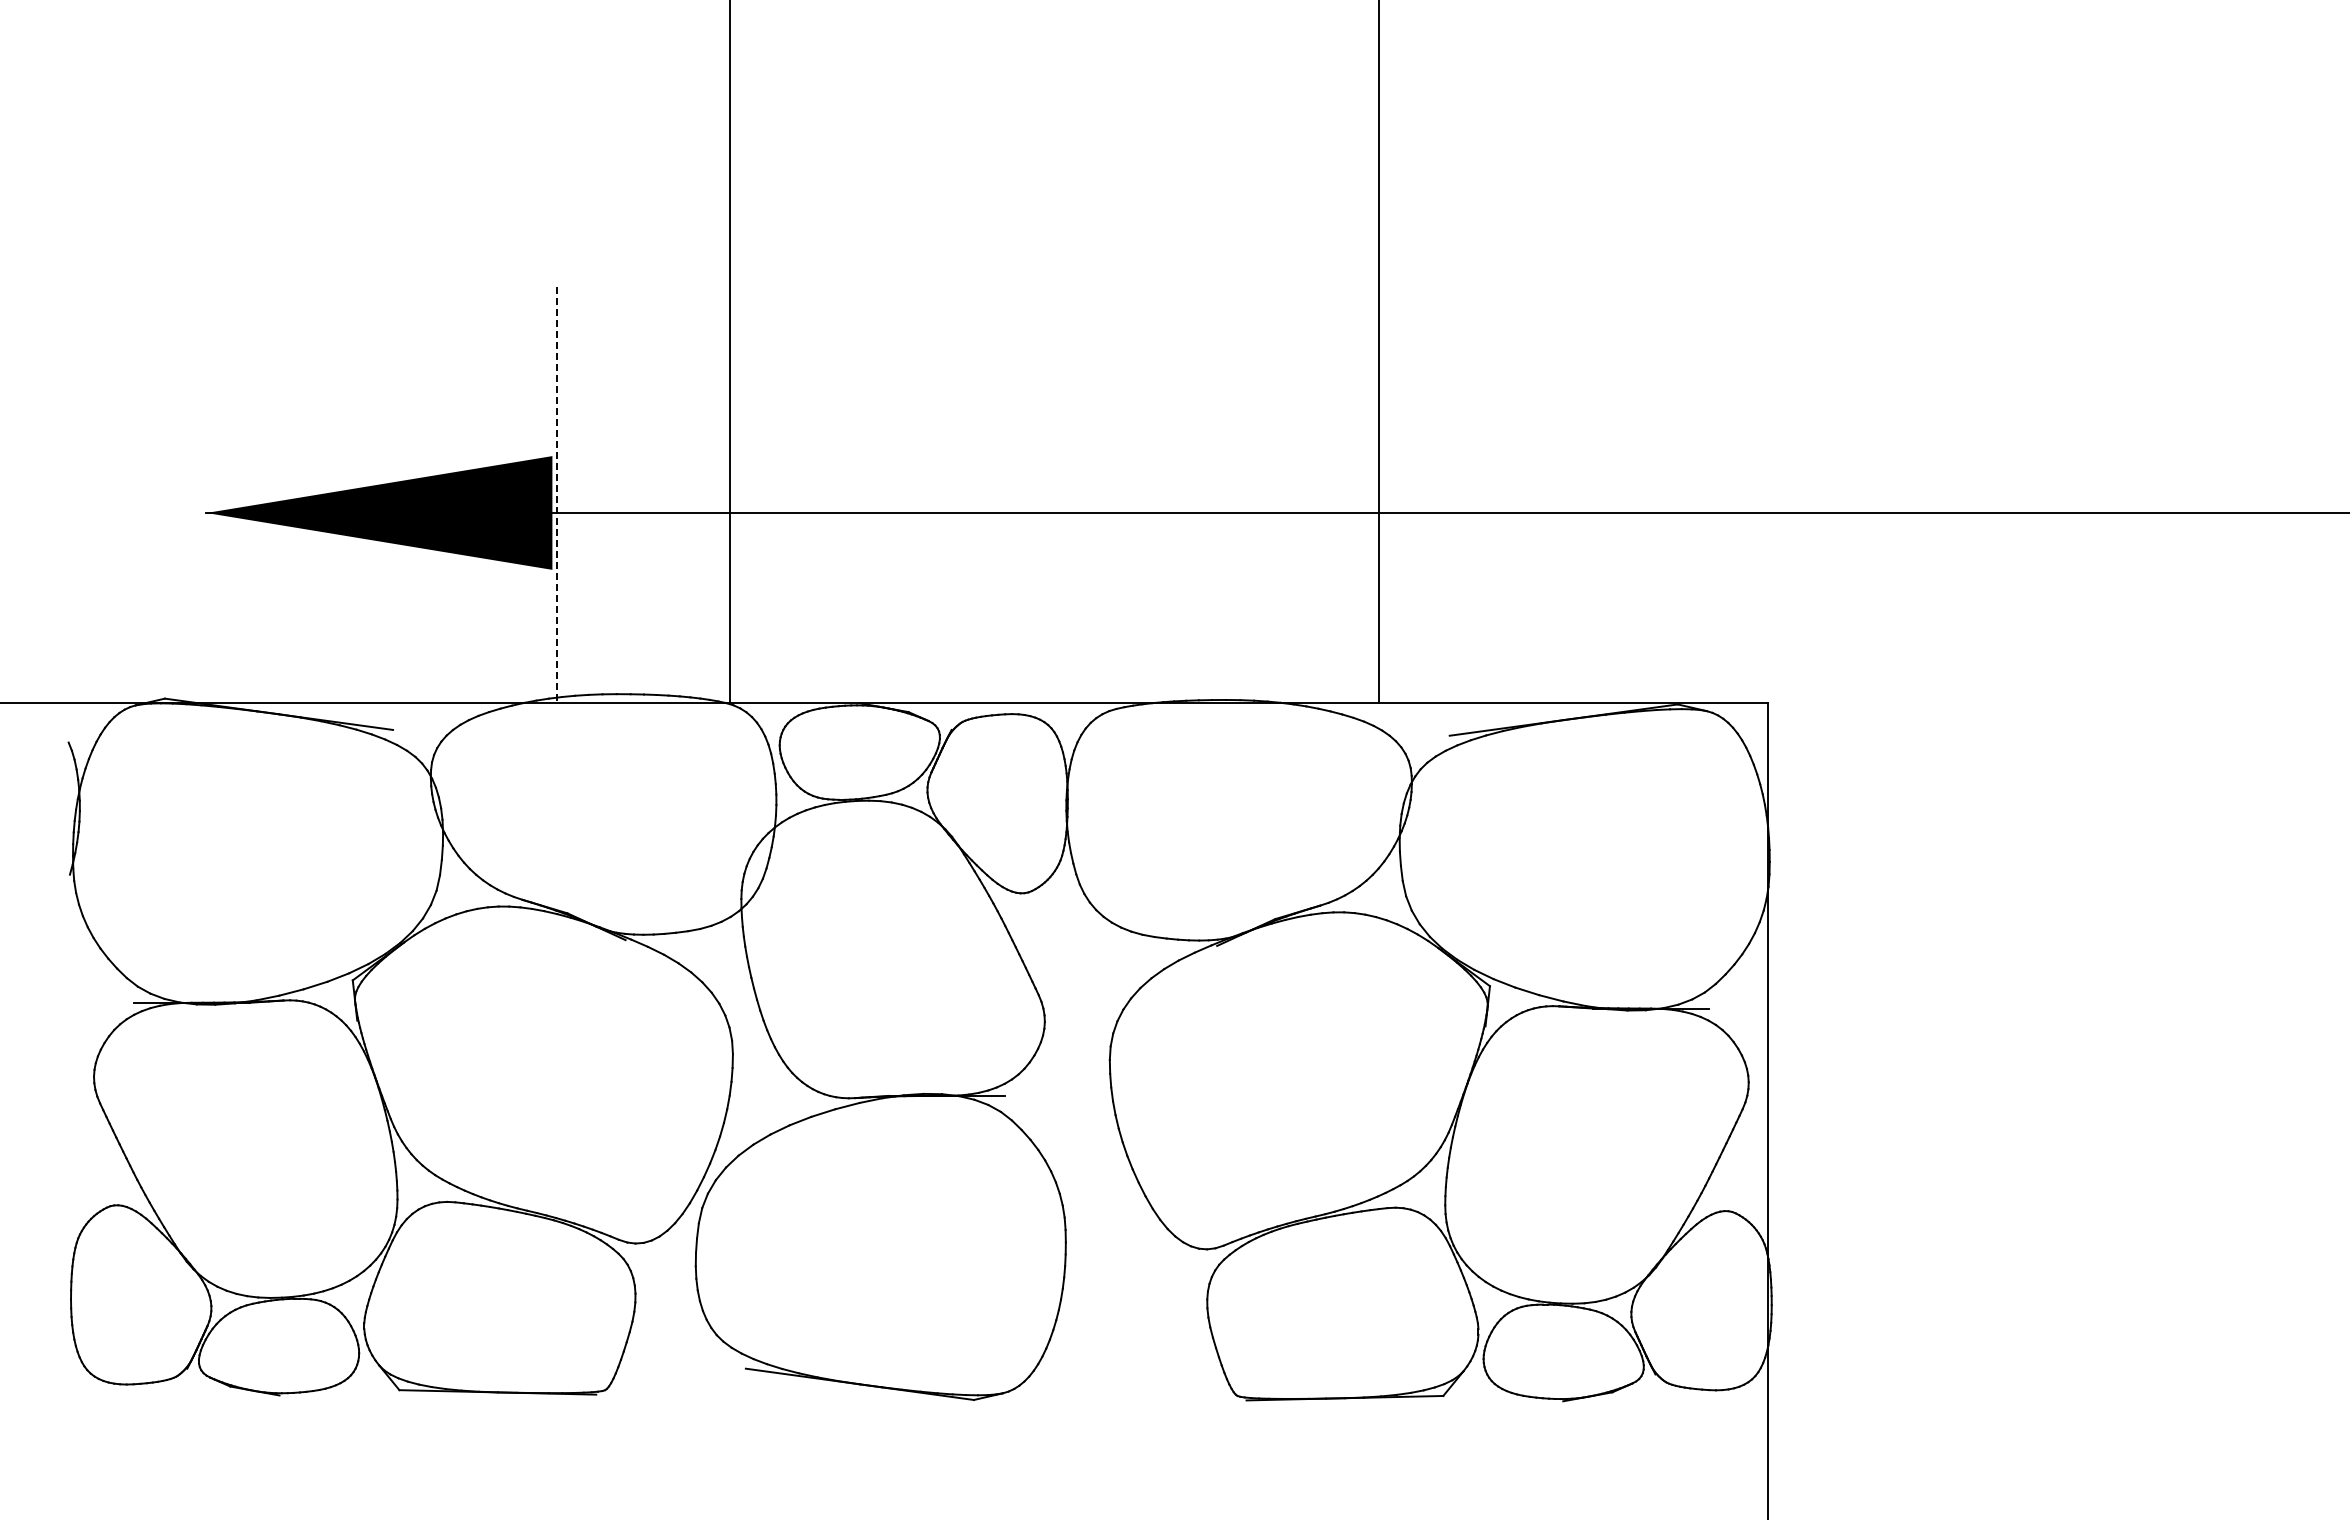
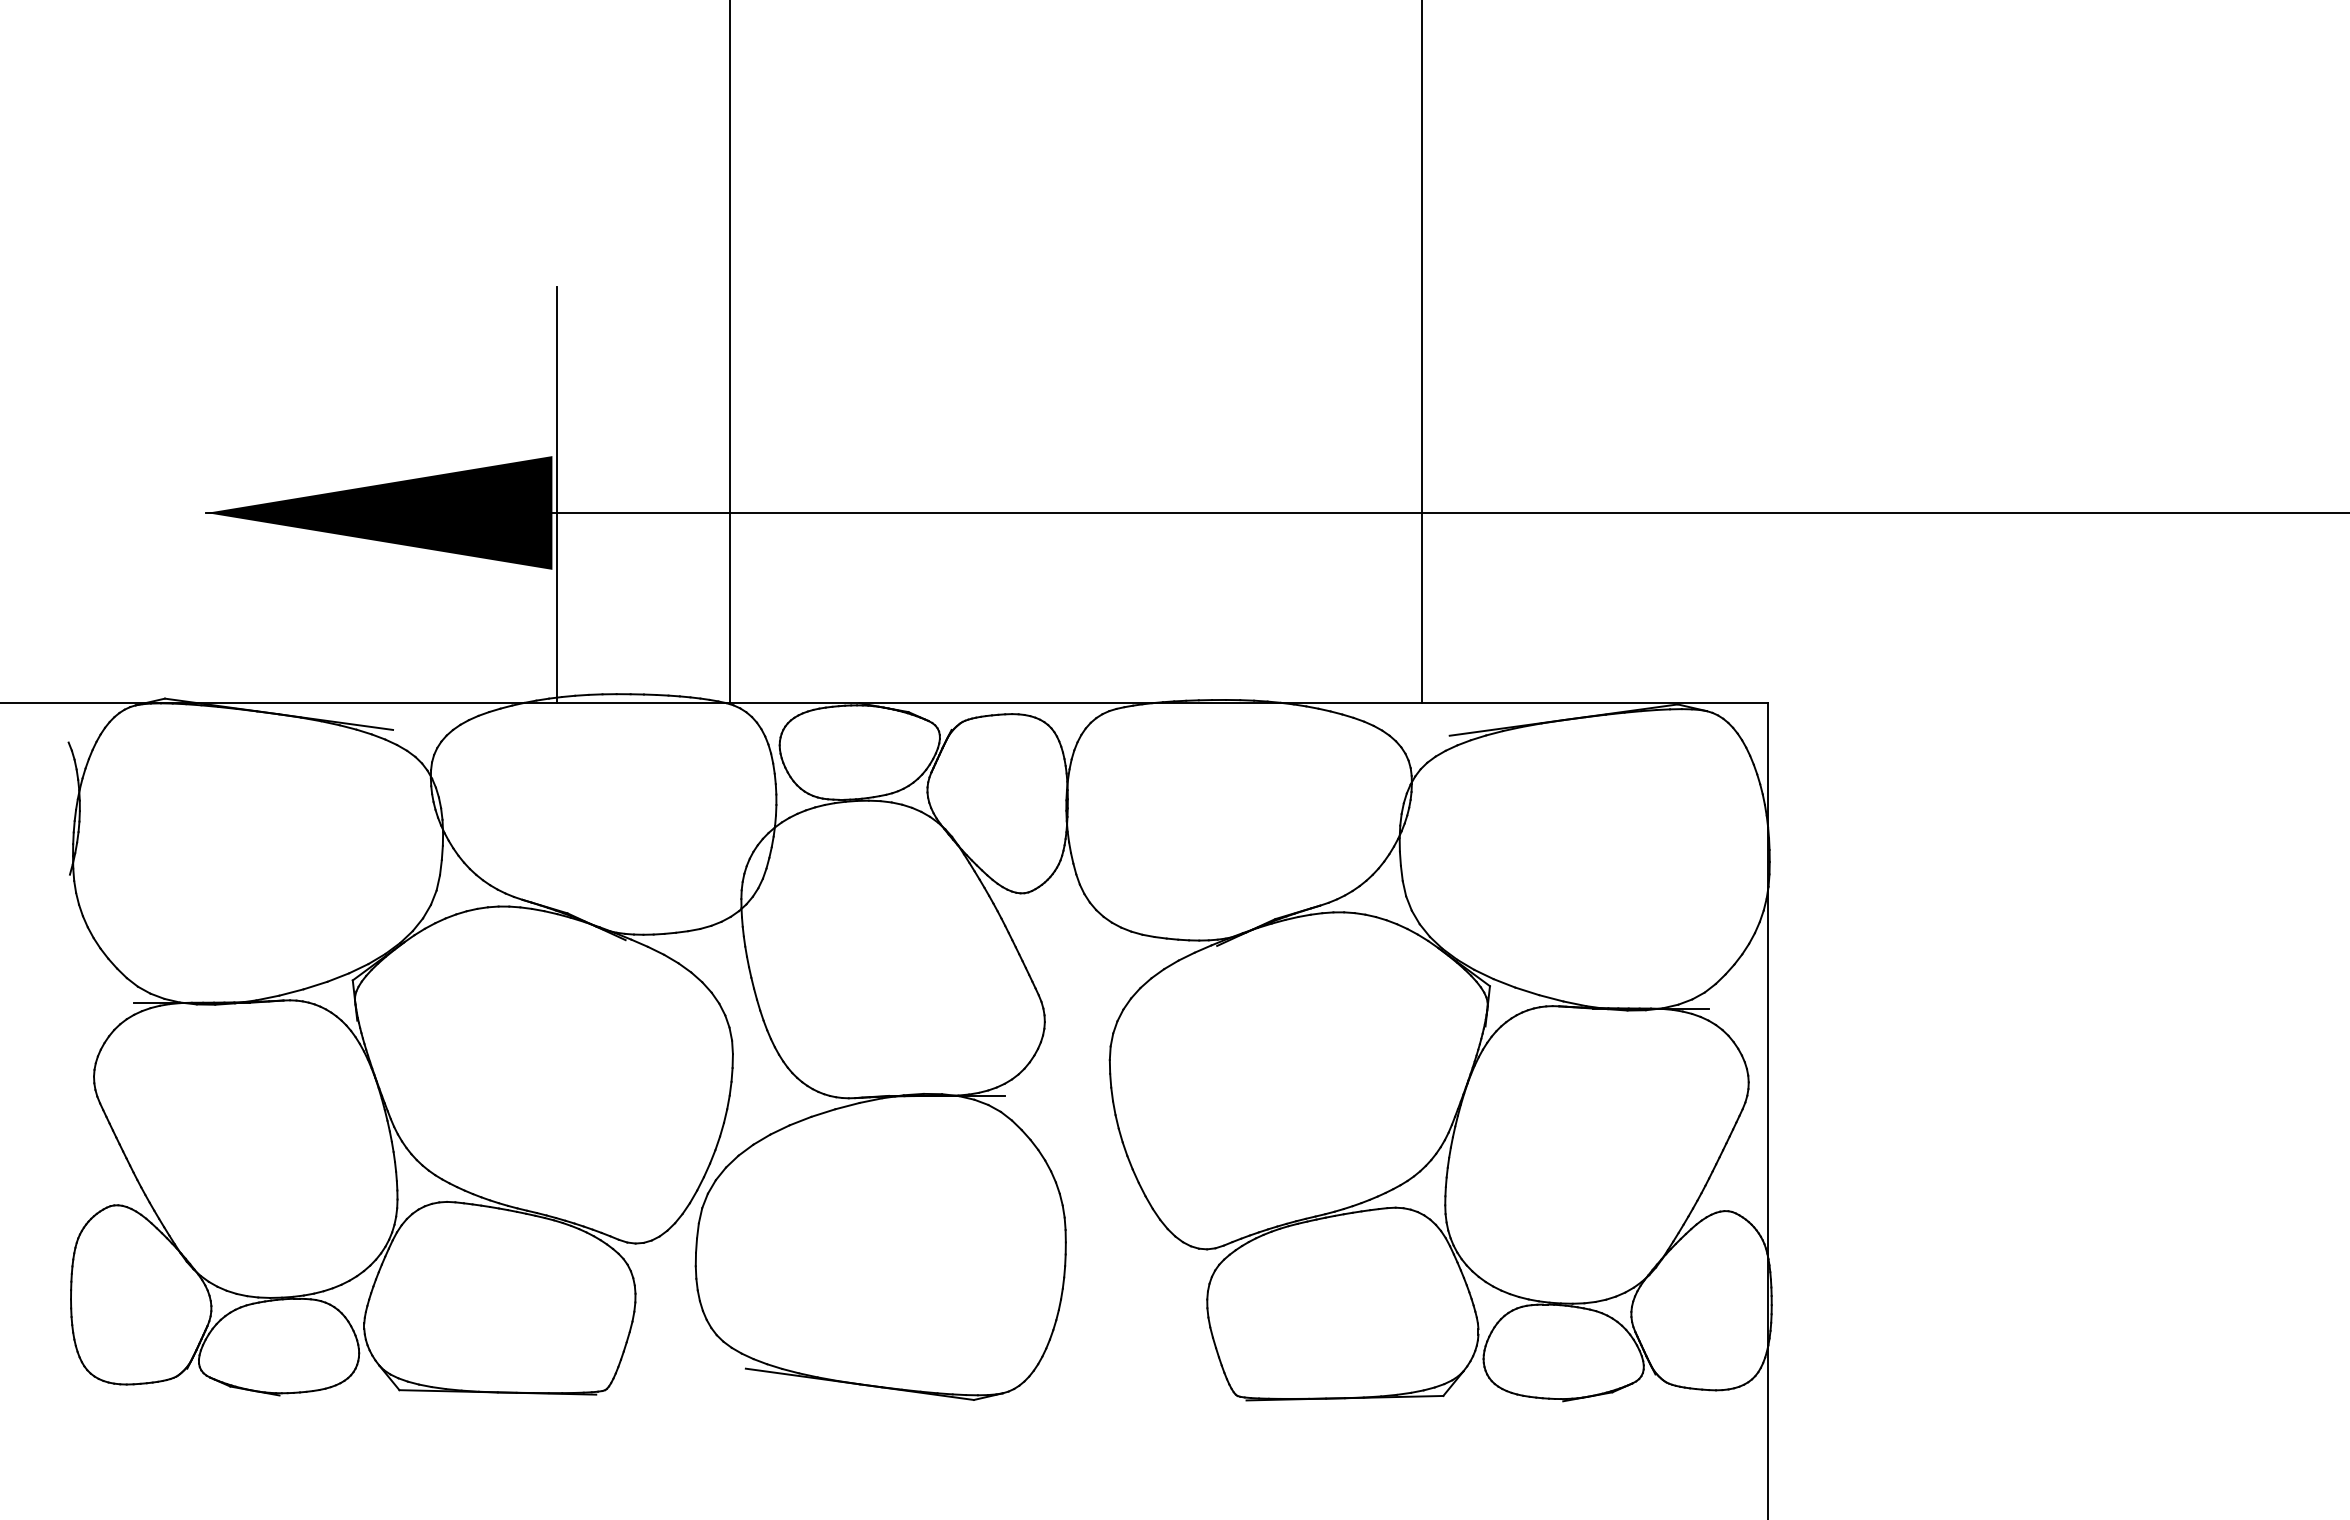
line at (1378, 352) position: (1378, 352) -> (1421, 352)
line at (556, 495): dashed -> solid
